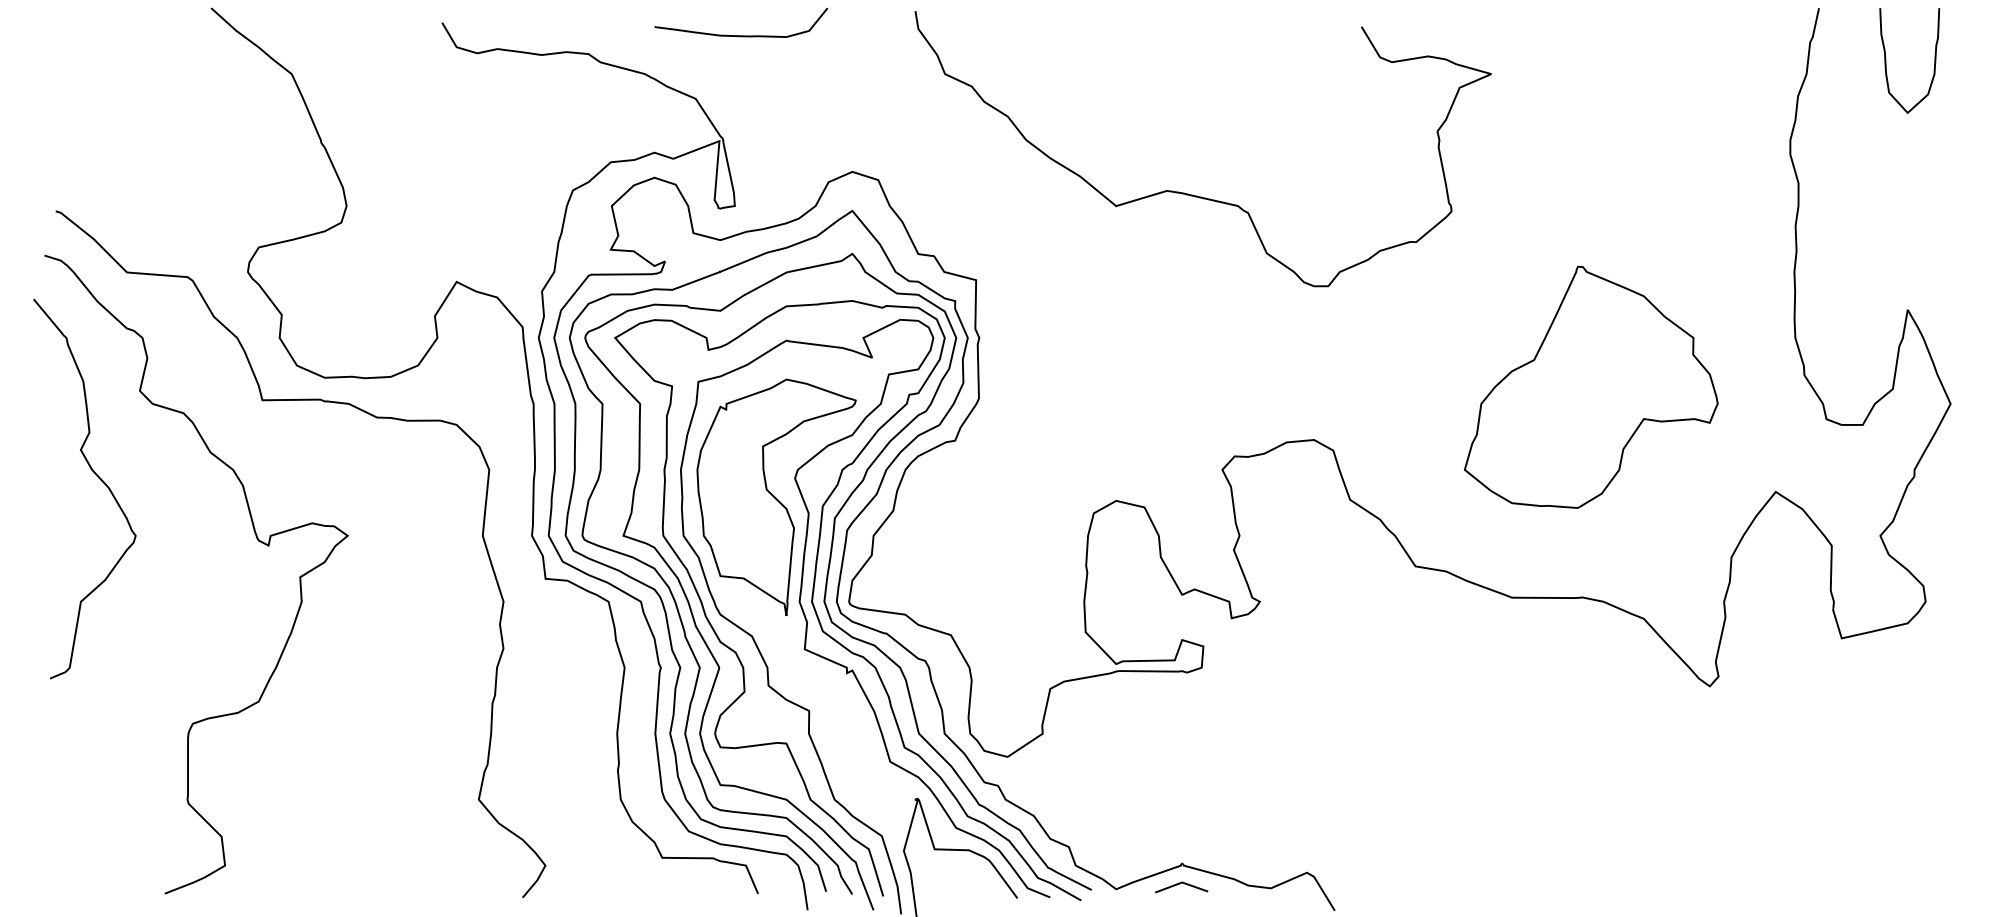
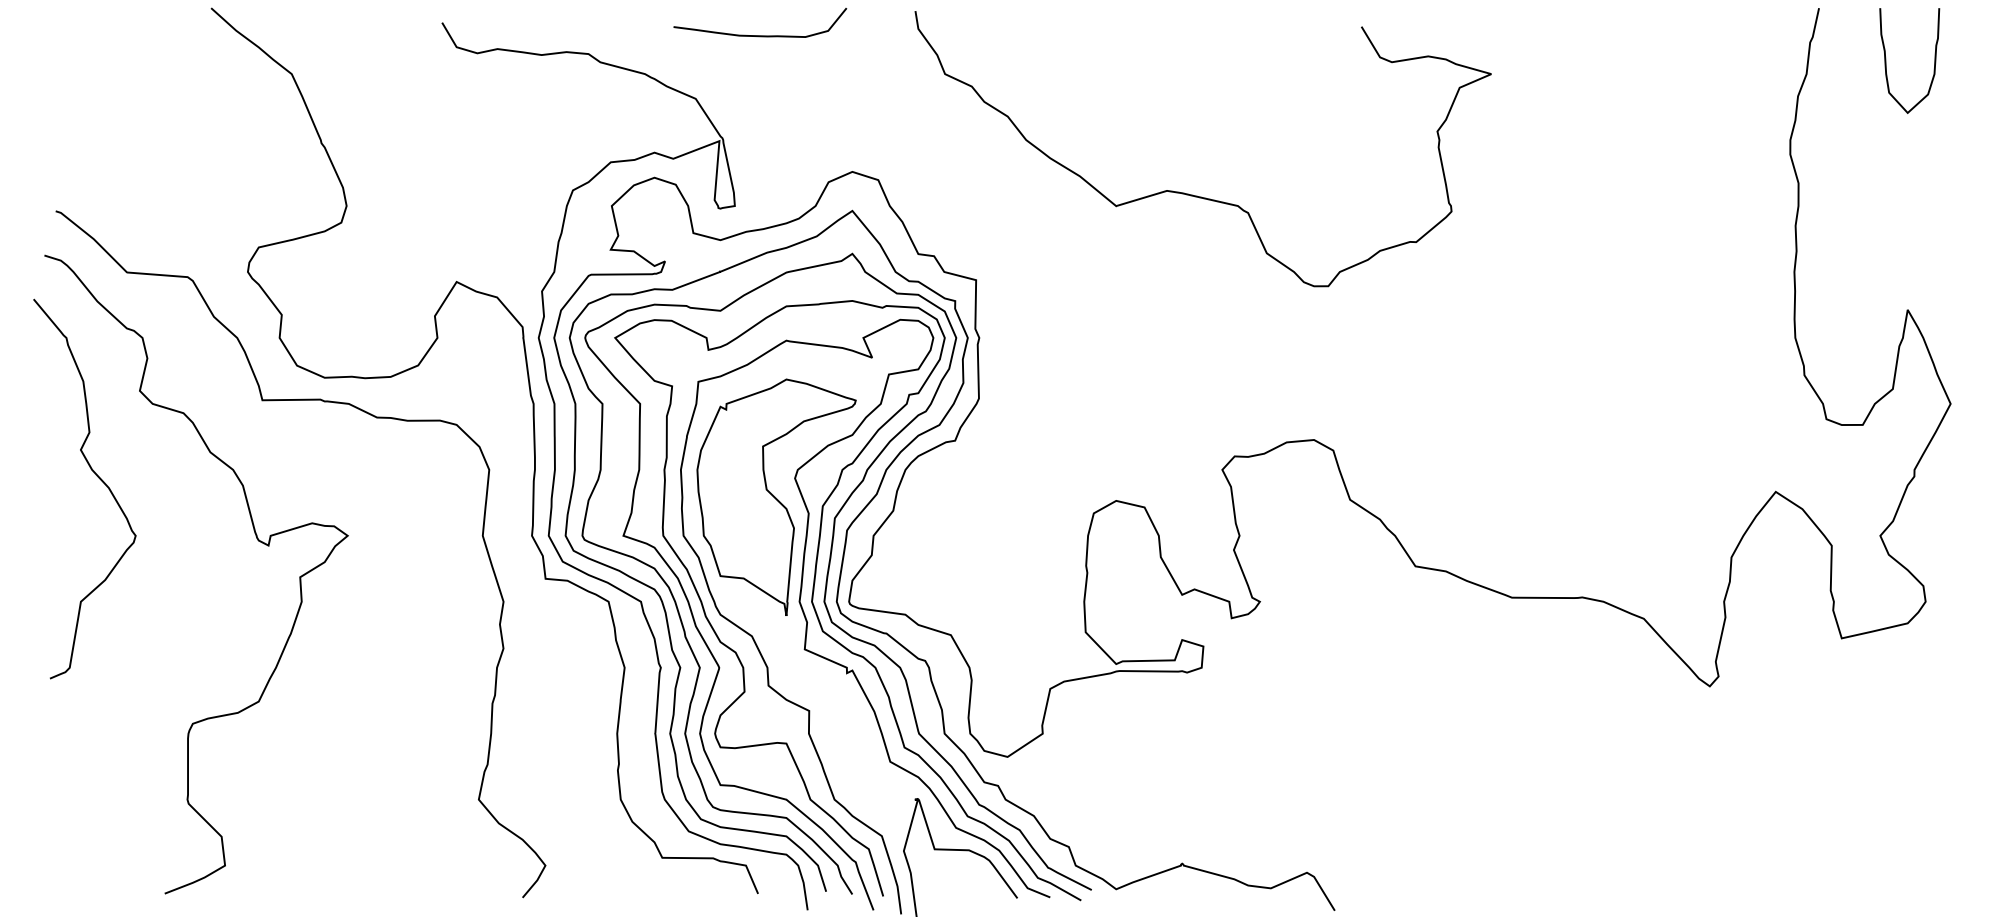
curve at (741, 35) position: (741, 35) -> (760, 35)
part at (1591, 386): present -> none
line at (1180, 884): present -> none
